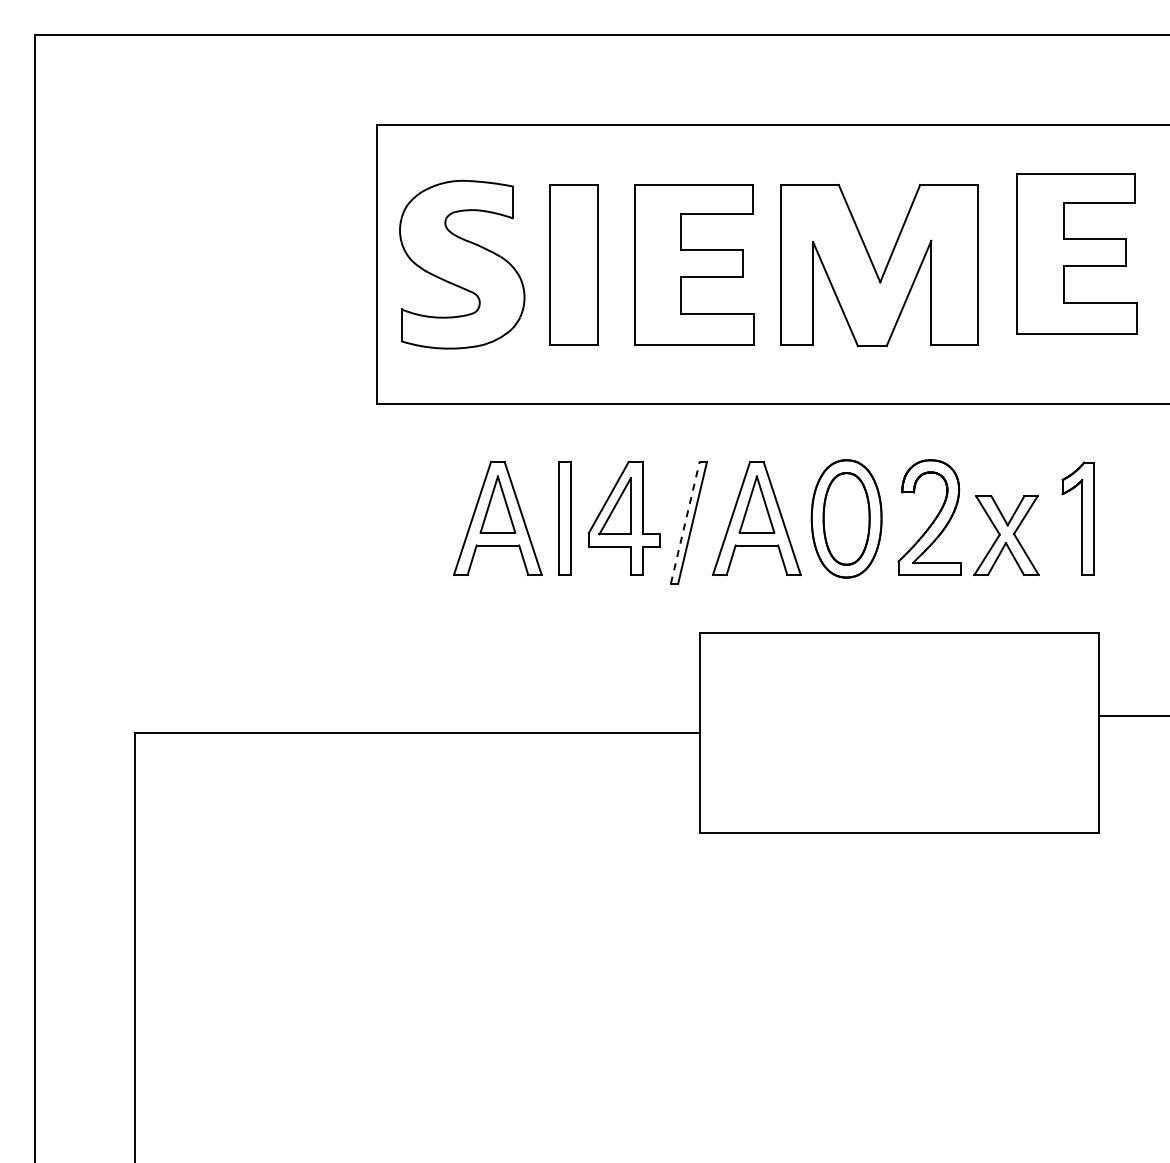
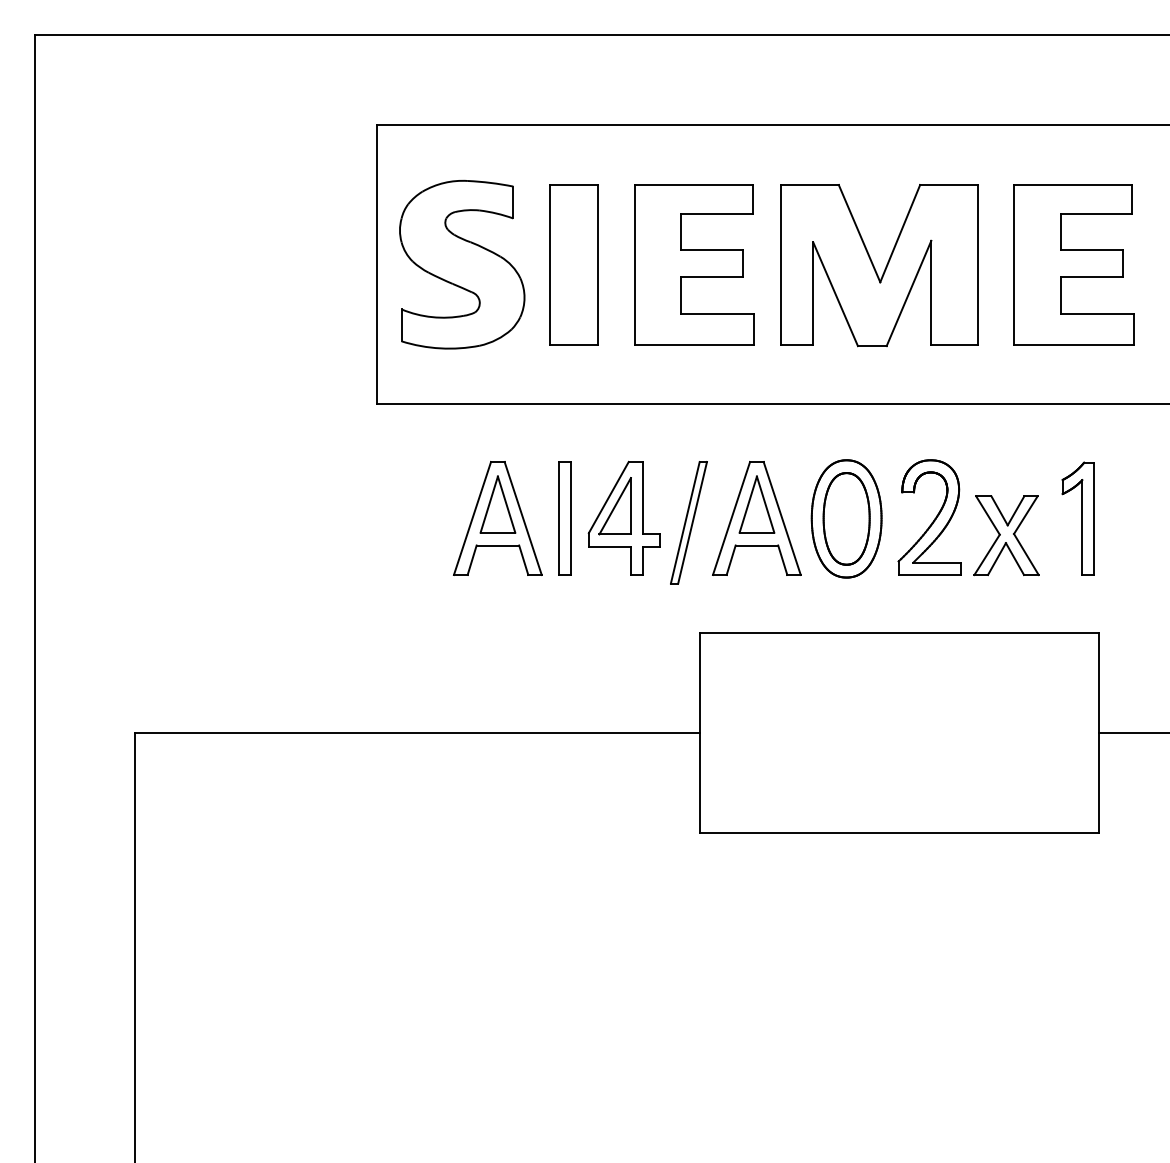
part at (1076, 253) position: (1076, 253) -> (1073, 264)
line at (685, 522): dashed -> solid
line at (1132, 716) position: (1132, 716) -> (1132, 733)
